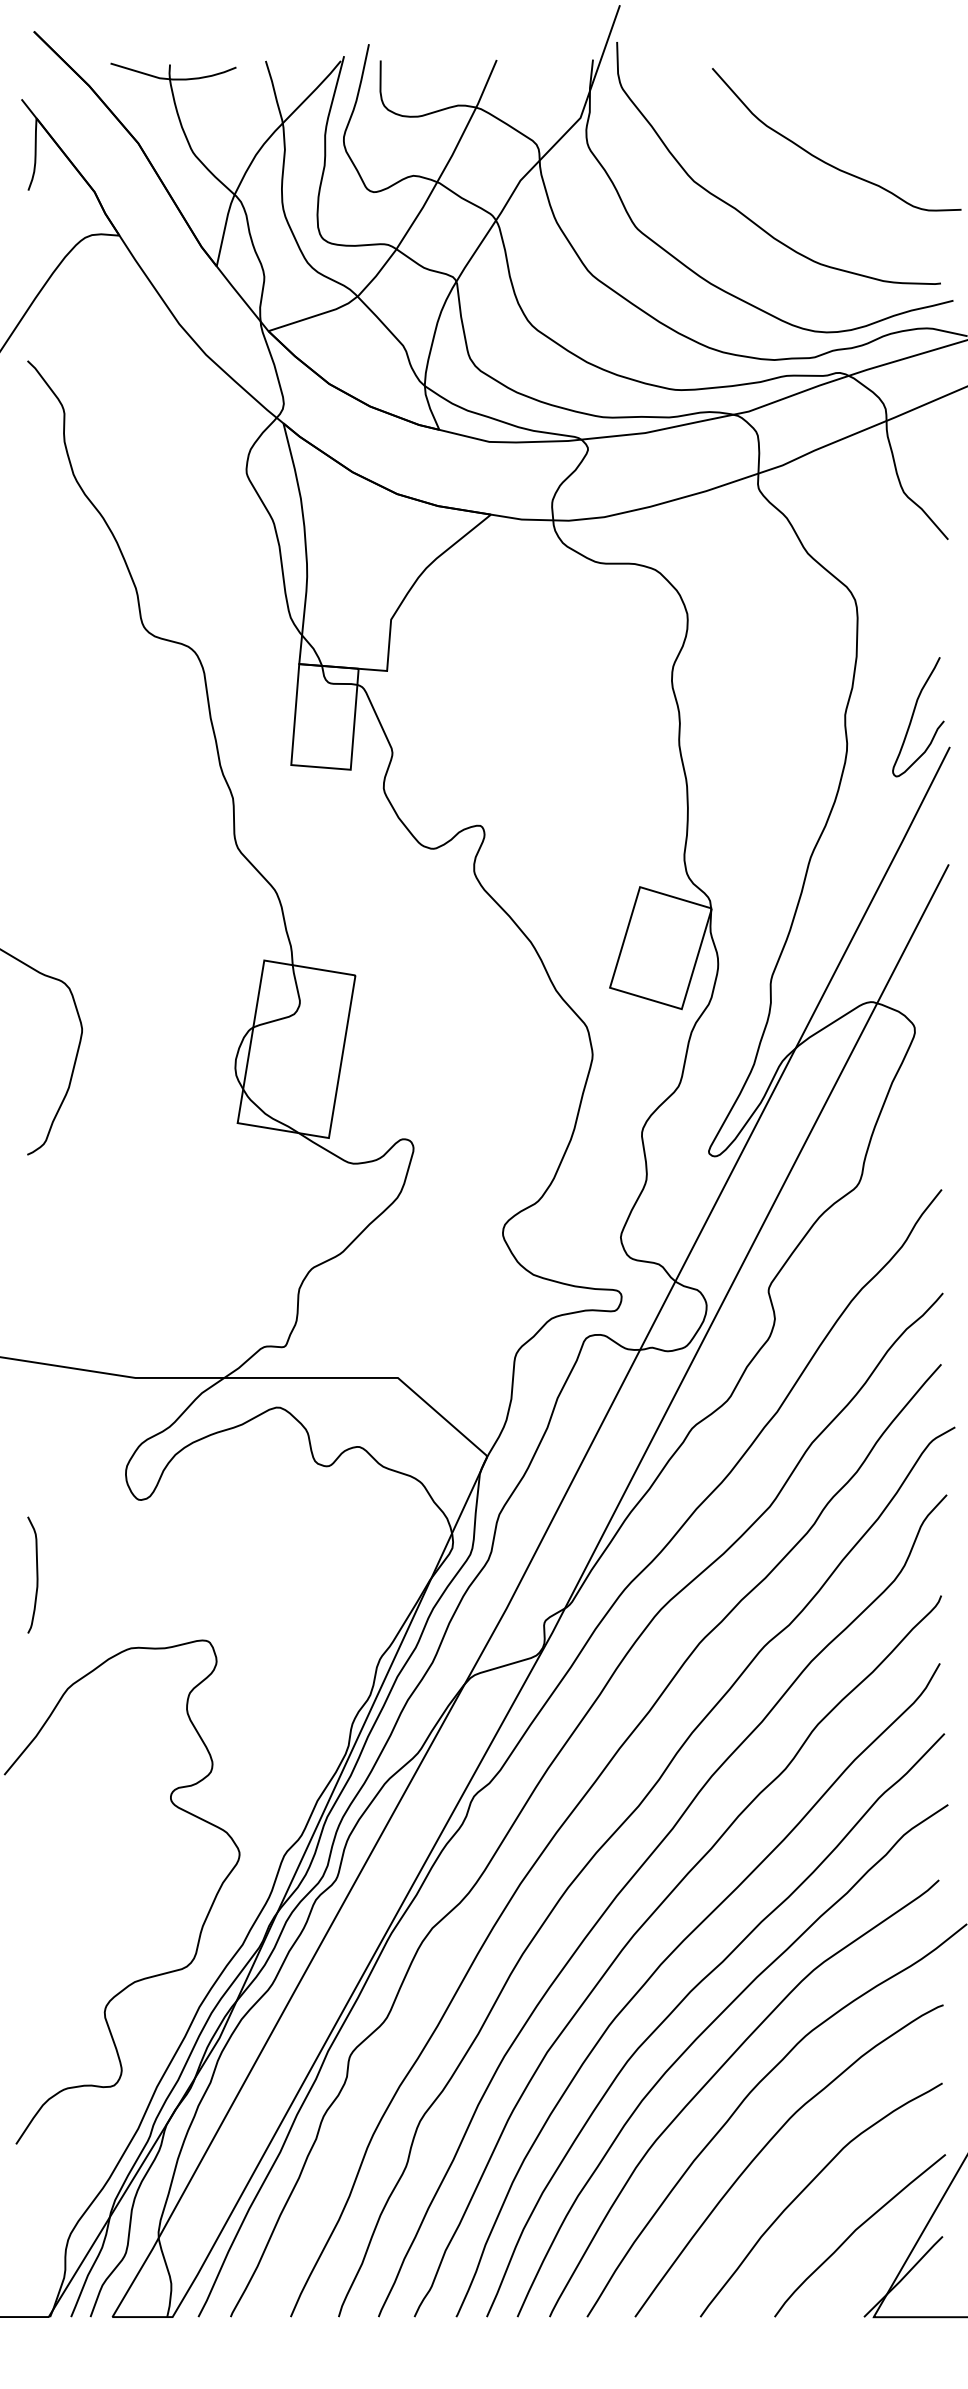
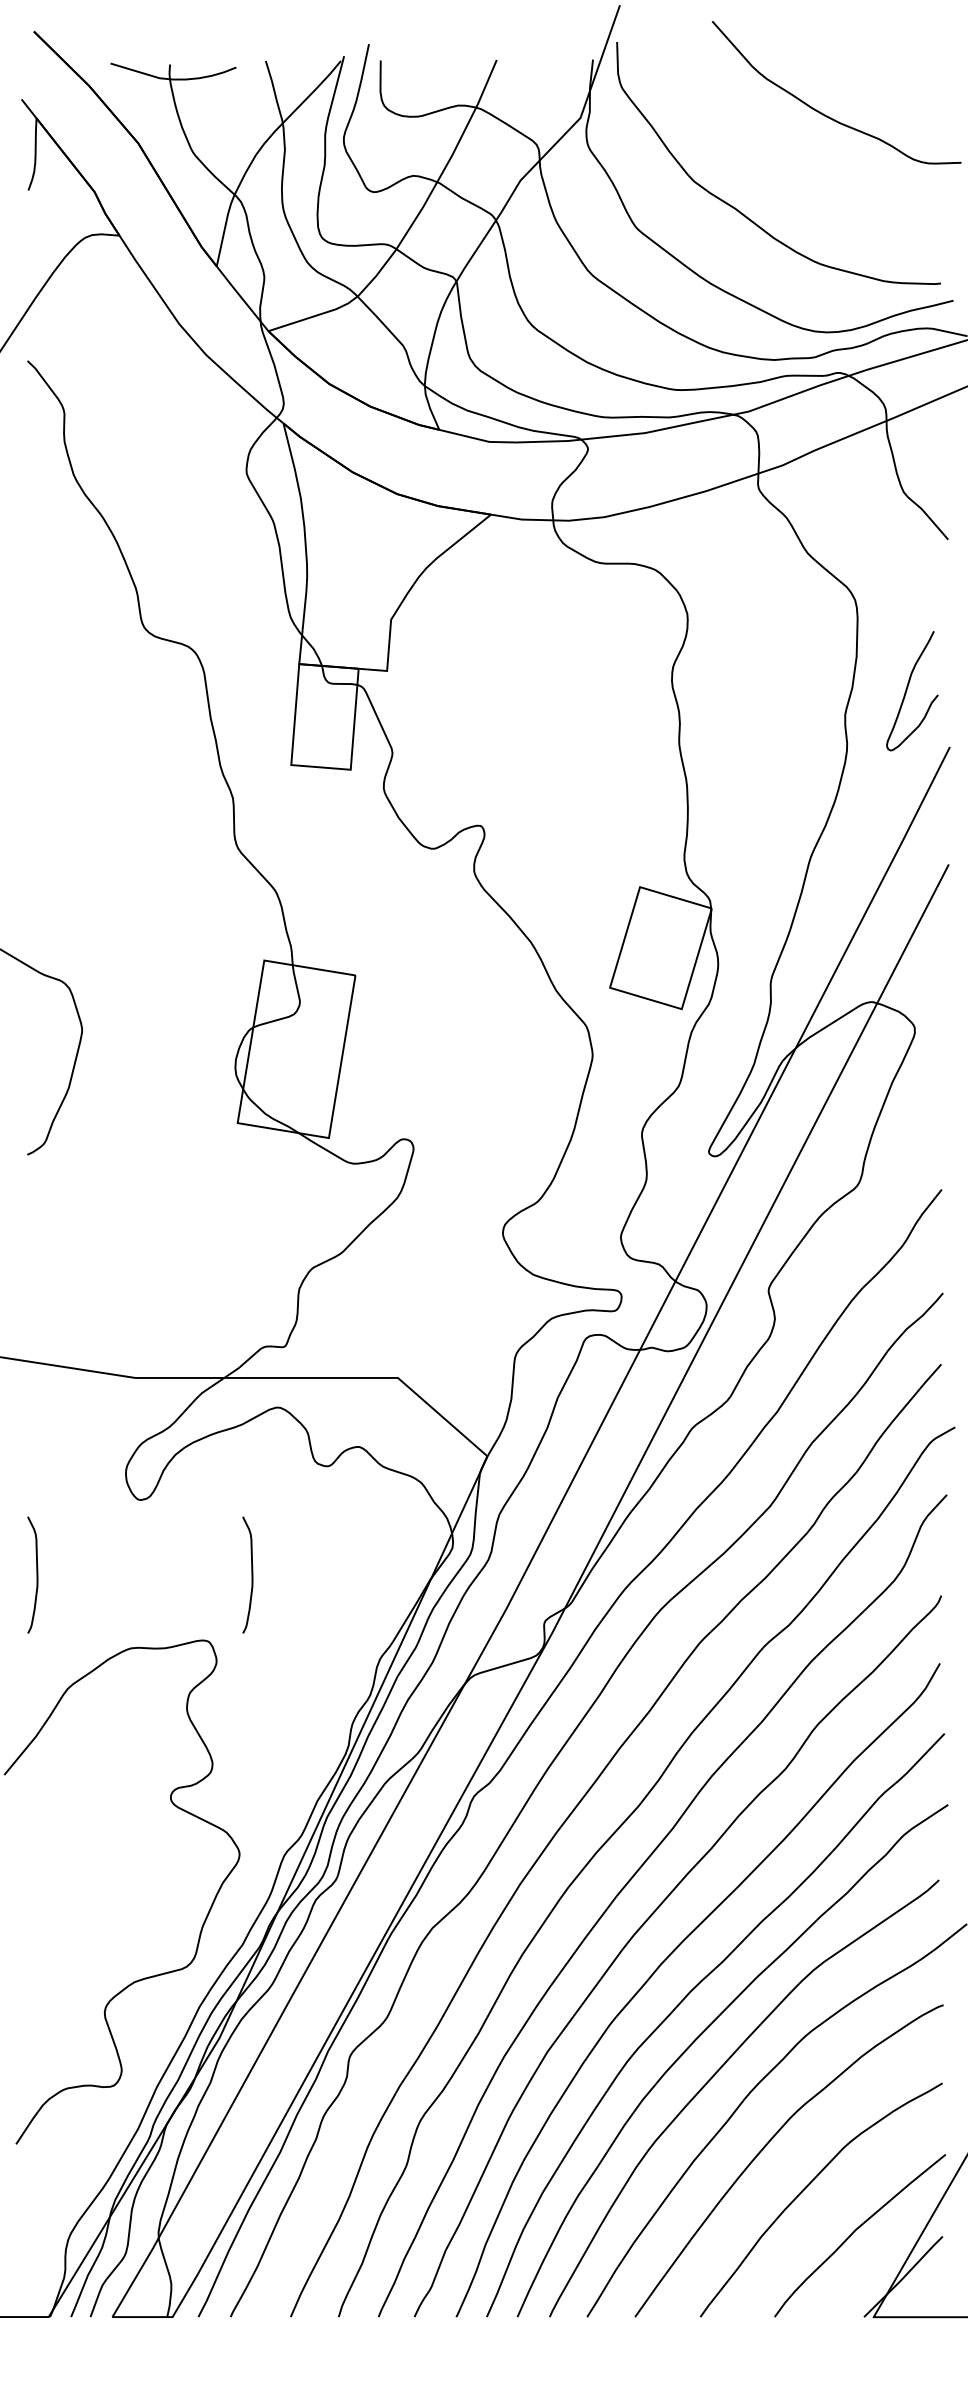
curve at (825, 161) position: (825, 161) -> (825, 114)
curve at (913, 716) position: (913, 716) -> (907, 690)
curve at (251, 1574): none -> present
